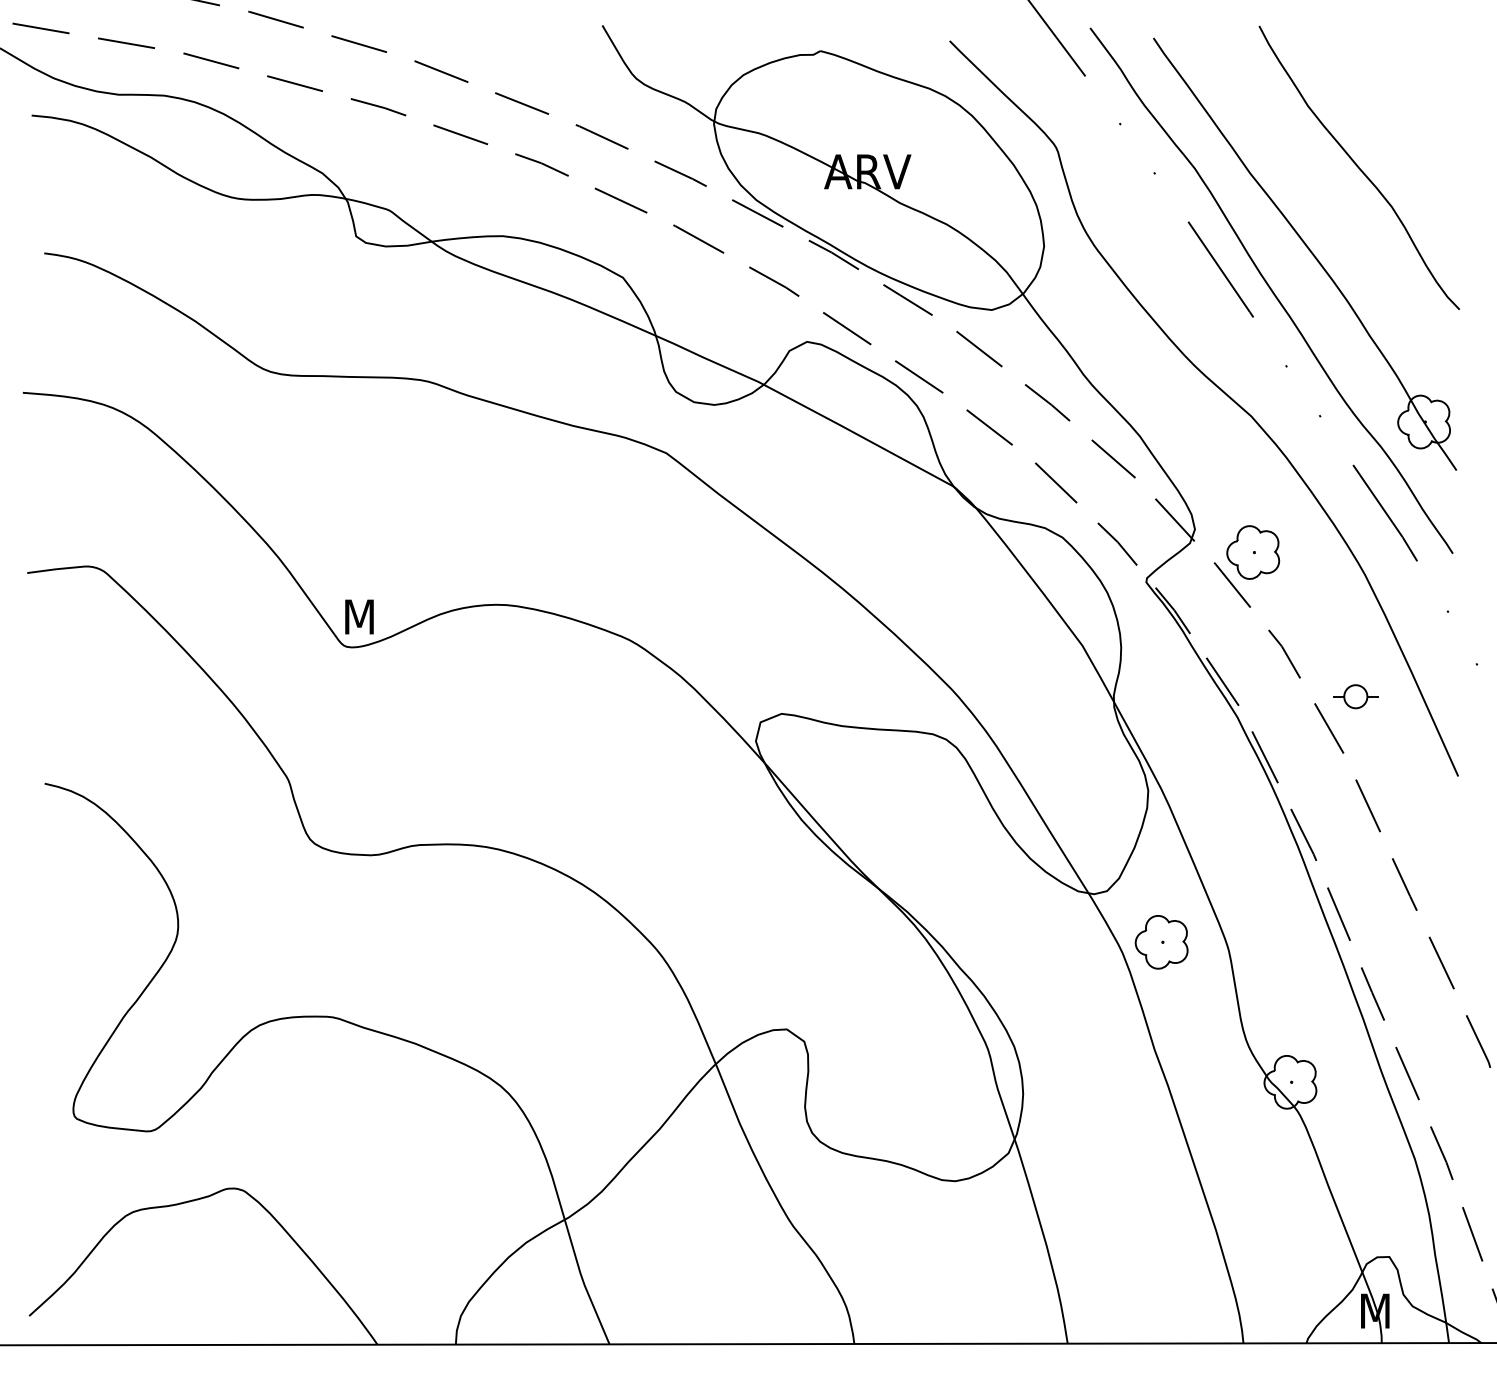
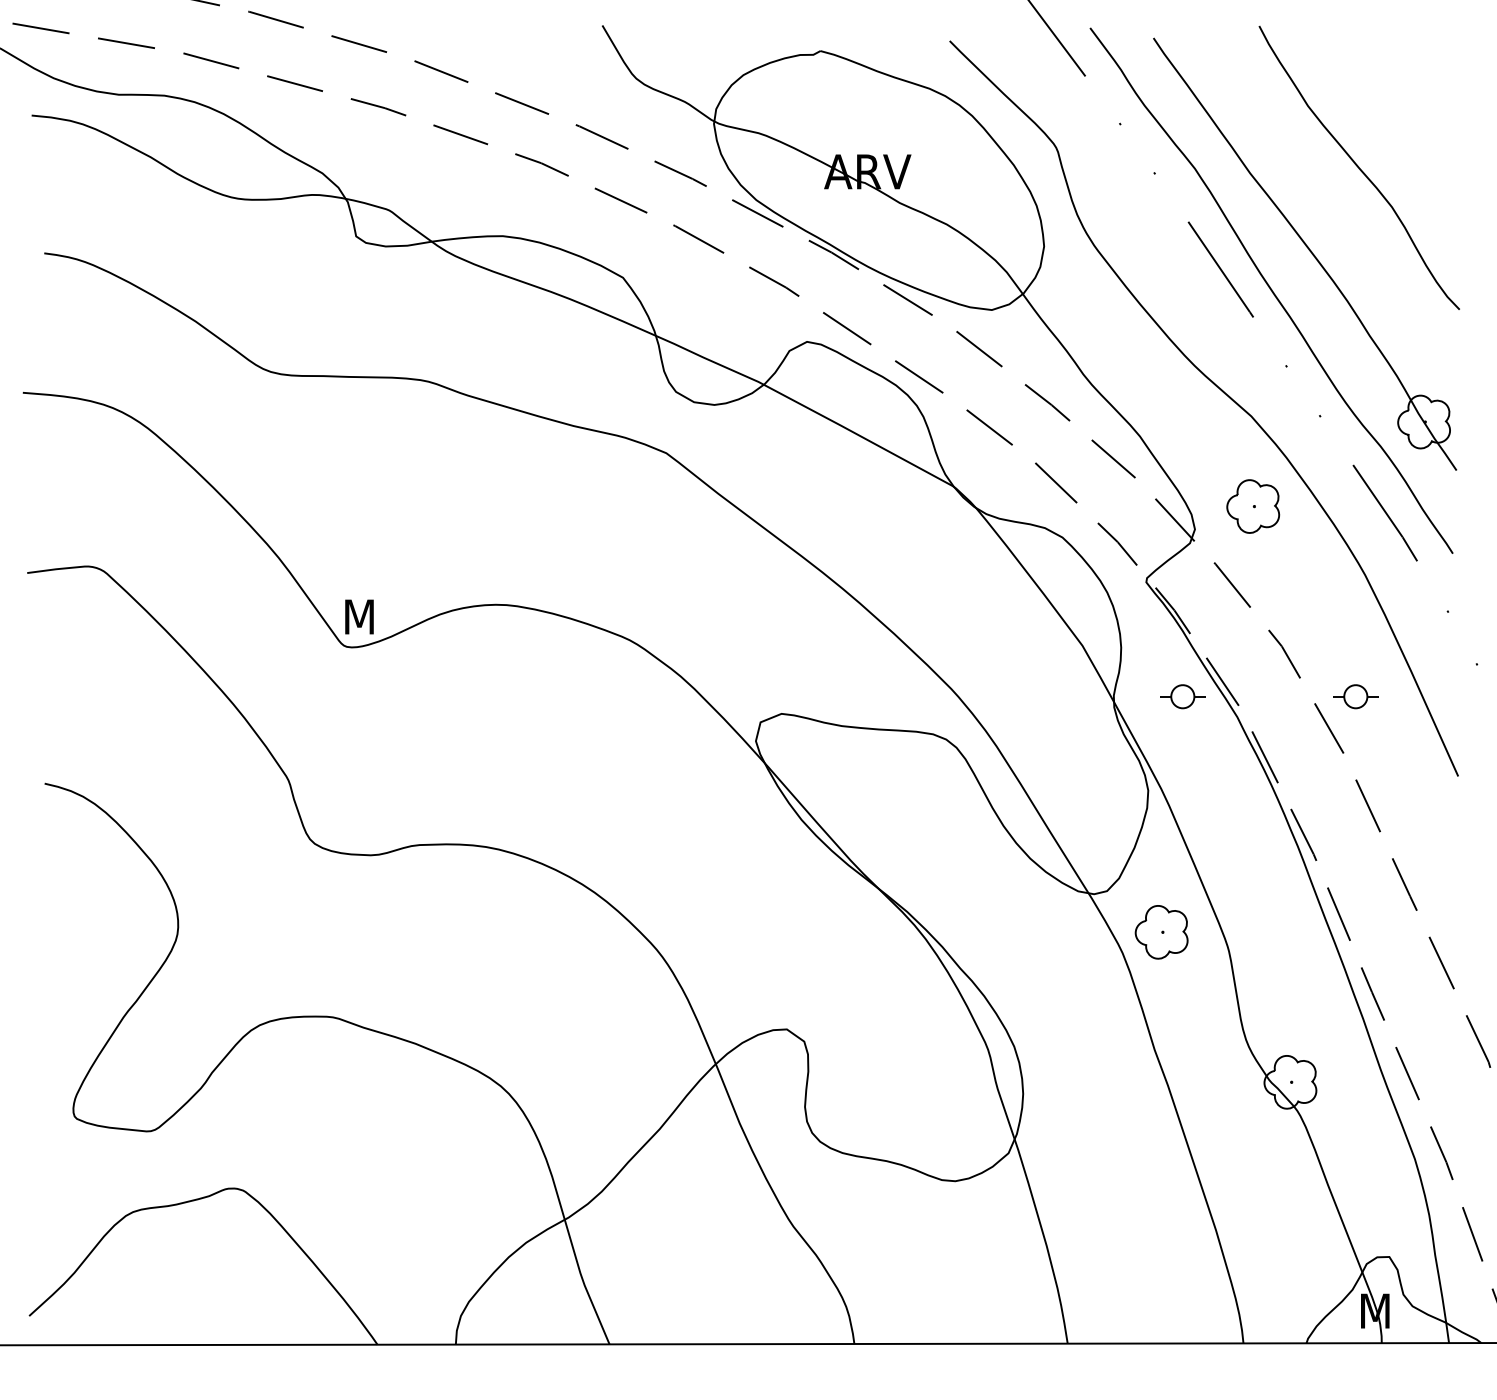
part at (1253, 552) position: (1253, 552) -> (1253, 506)
part at (1182, 696): none -> present
part at (1161, 942) position: (1161, 942) -> (1161, 932)
